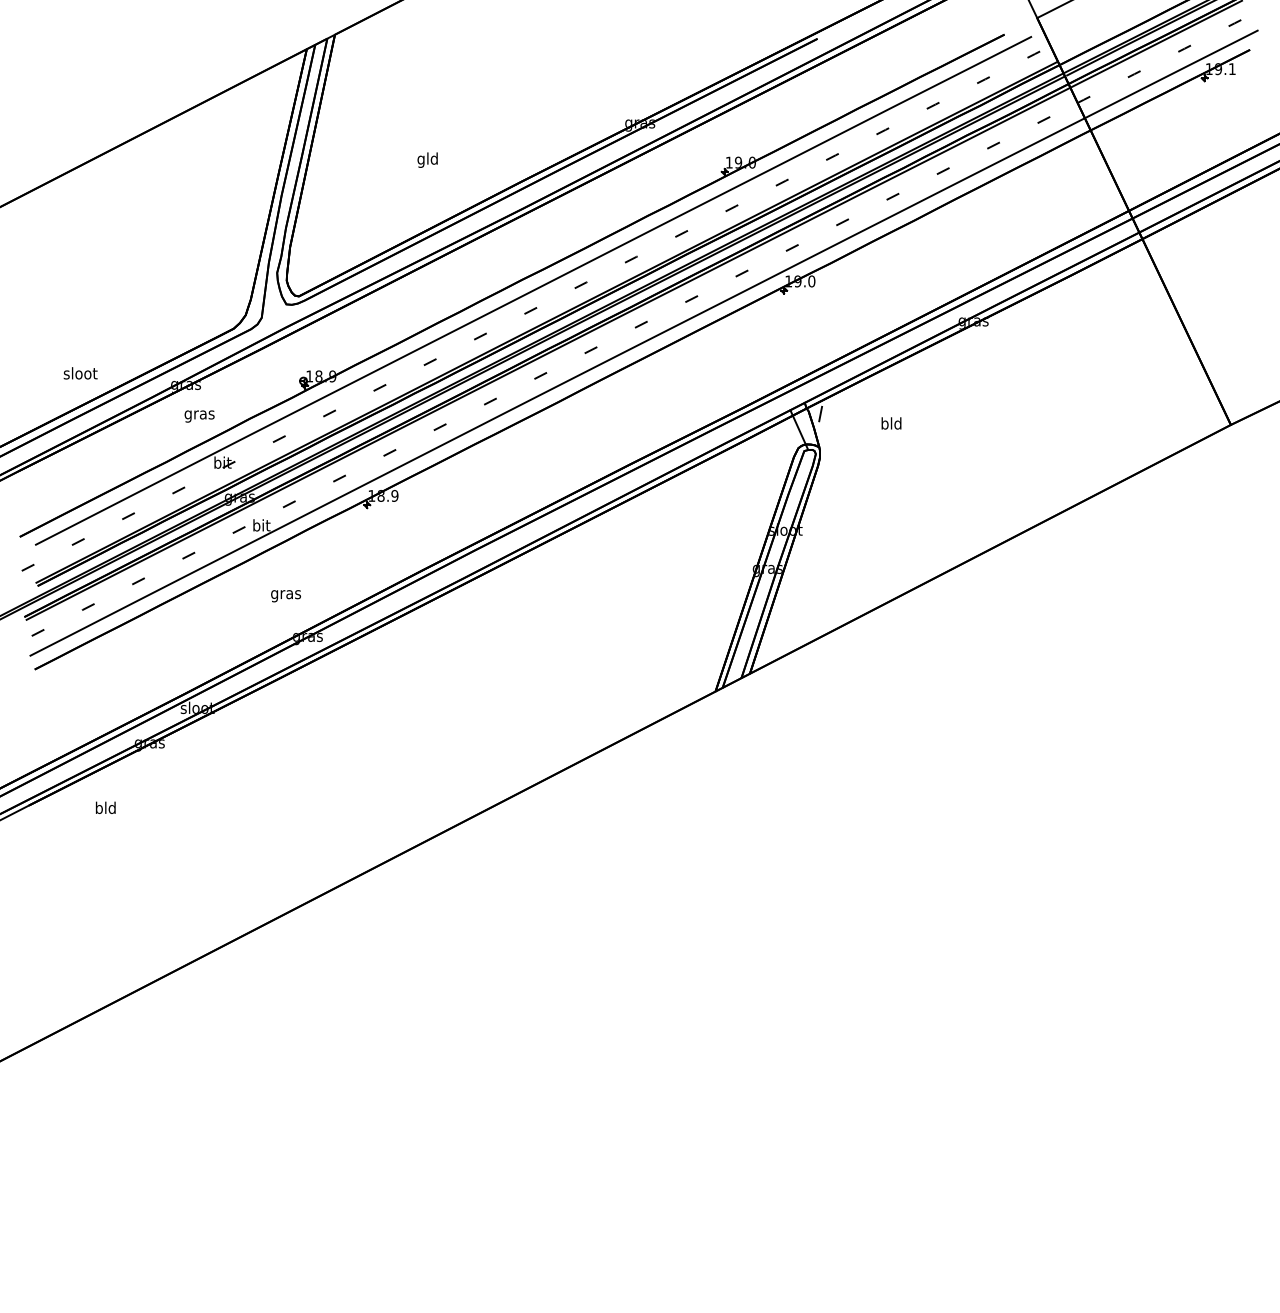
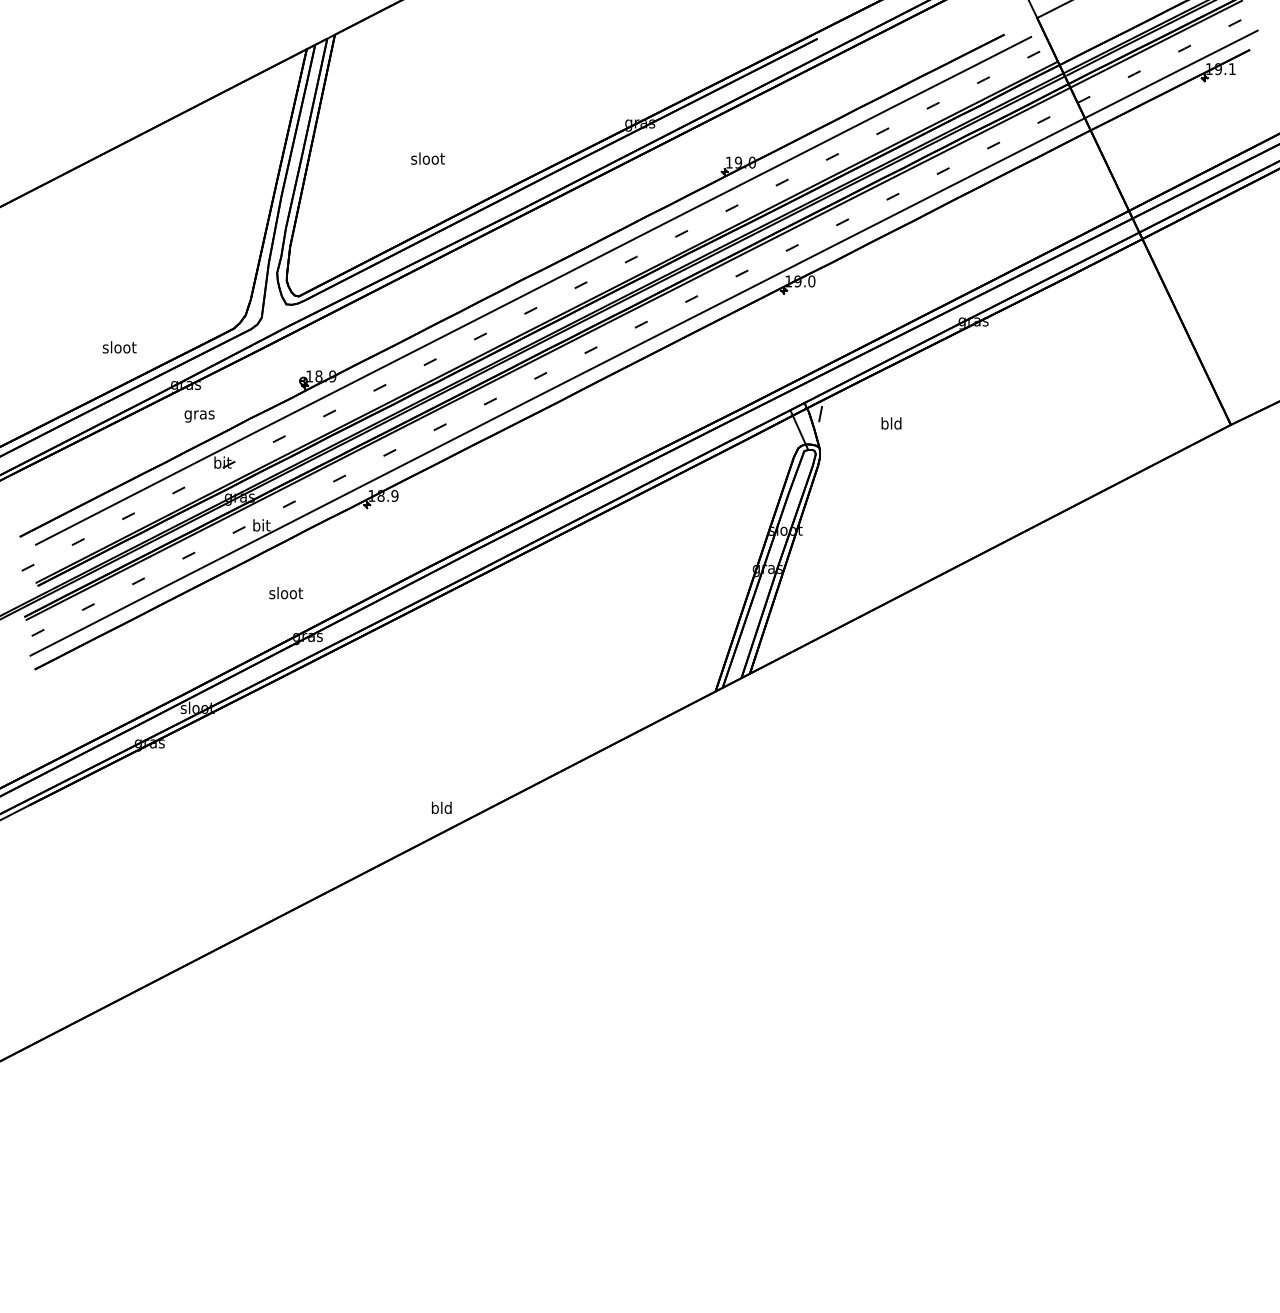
text at (427, 159): gld -> sloot
text at (80, 373) position: (80, 373) -> (119, 347)
text at (286, 594): gras -> sloot
text at (105, 807) position: (105, 807) -> (441, 807)
